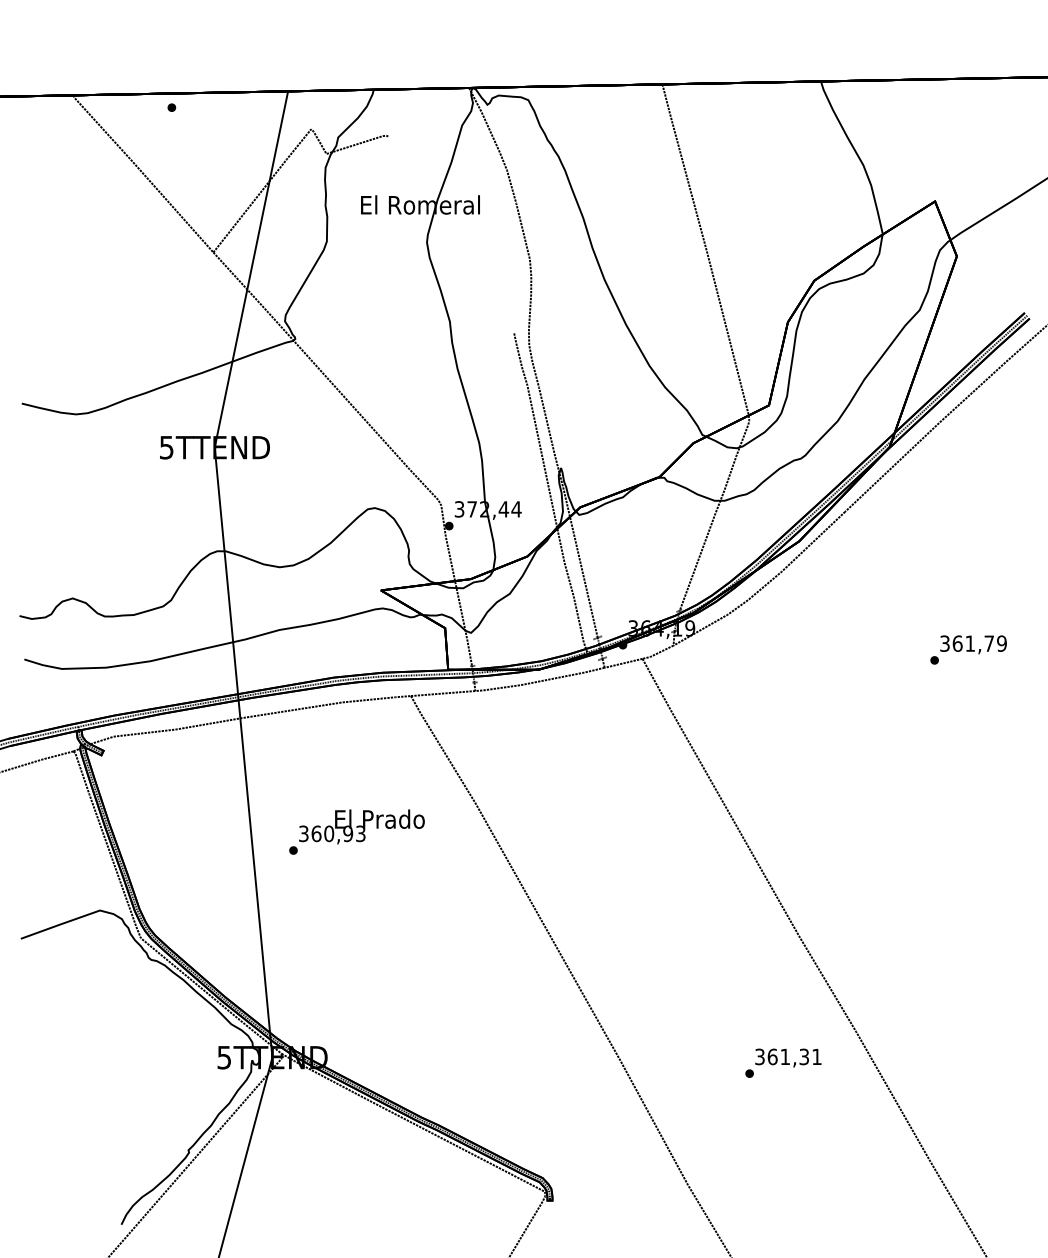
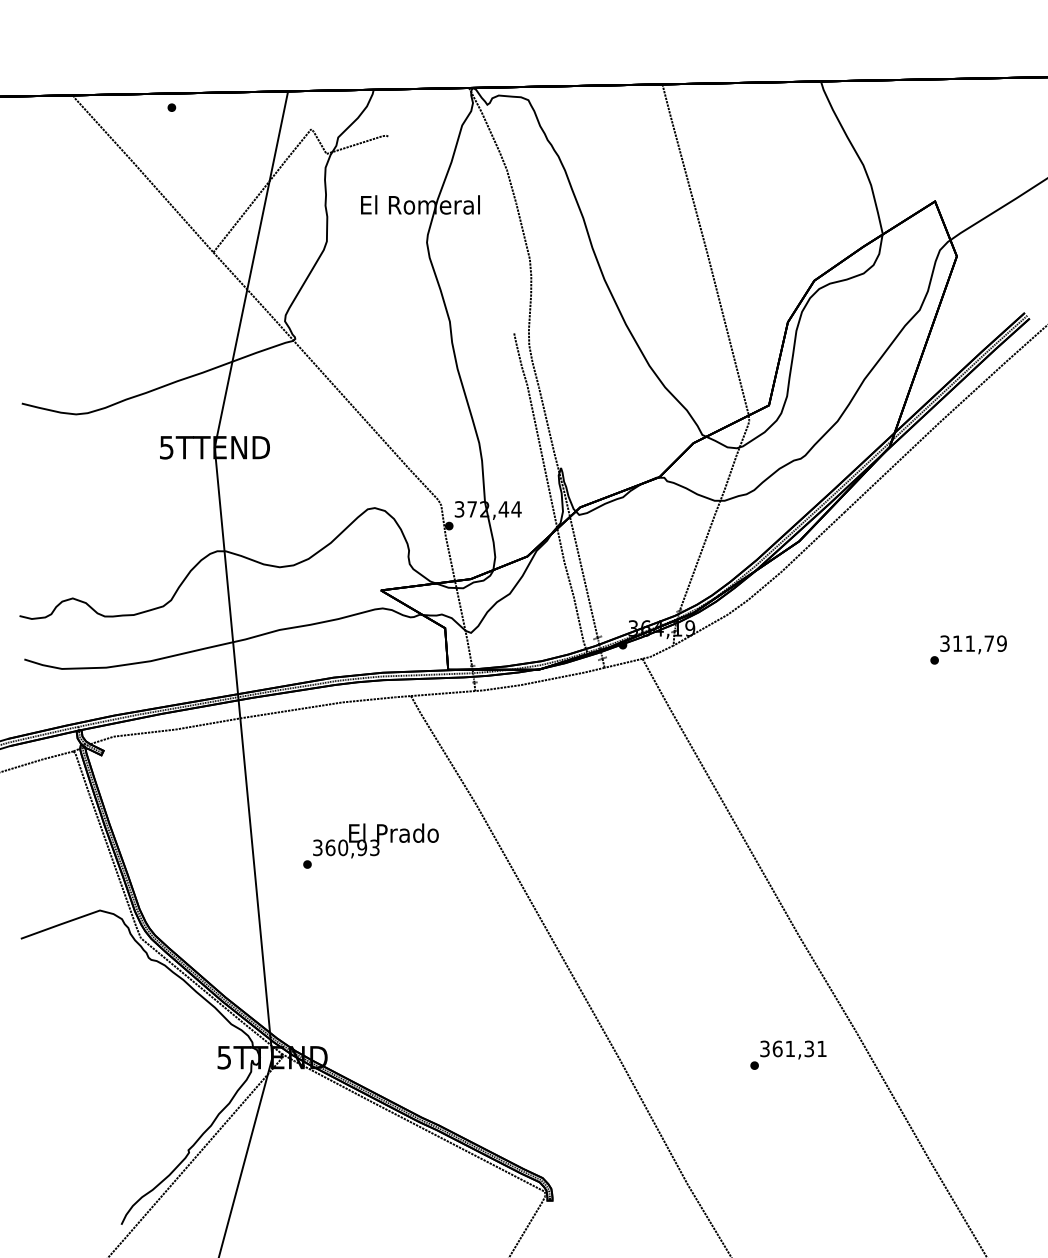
text at (957, 643): 361,79 -> 311,79
text at (356, 831) position: (356, 831) -> (370, 845)
text at (783, 1062) position: (783, 1062) -> (788, 1054)
